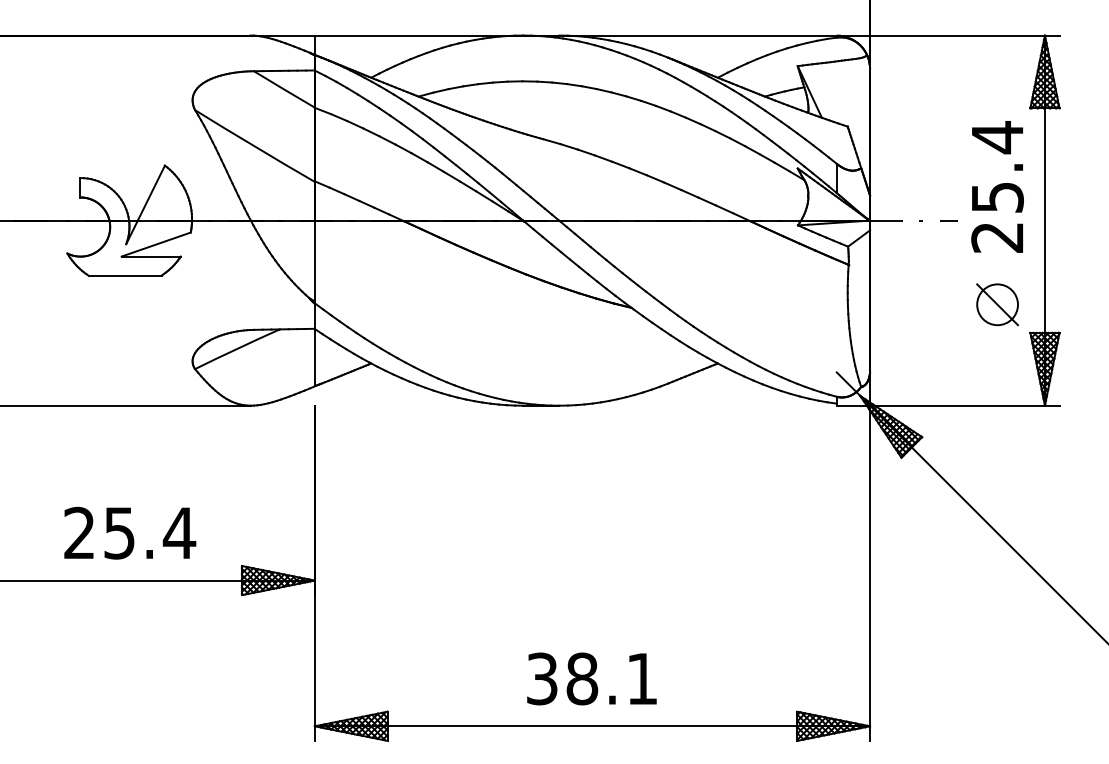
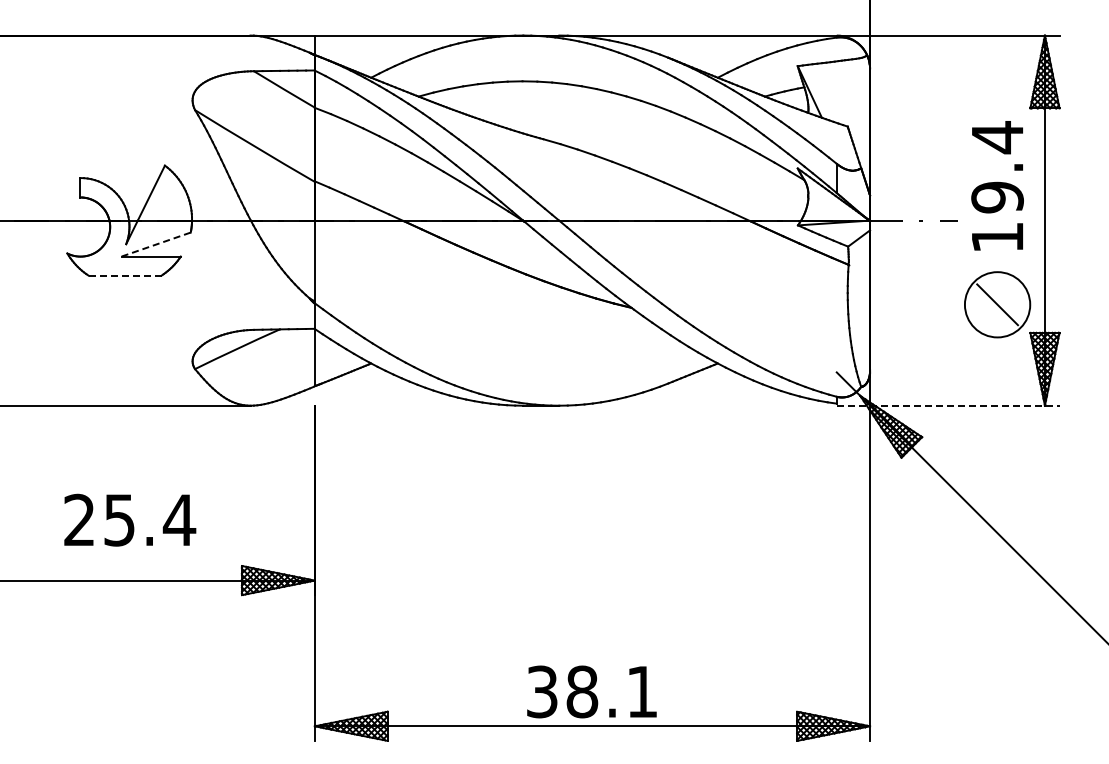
text at (997, 216): 25.4 -> 19.4
line at (156, 244): solid -> dashed
line at (125, 275): solid -> dashed
circle at (997, 304) diameter: 41 px -> 65 px
line at (948, 405): solid -> dashed
text at (130, 532) position: (130, 532) -> (130, 519)
text at (591, 678) position: (591, 678) -> (591, 691)
